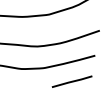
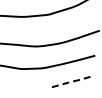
line at (72, 81): solid -> dashed
